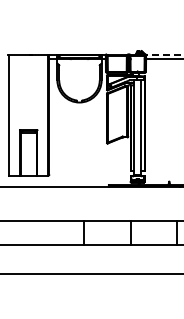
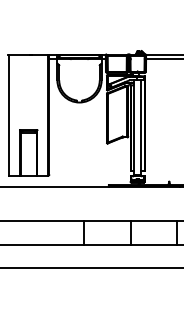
line at (164, 54): dashed -> solid
line at (91, 273) position: (91, 273) -> (91, 267)
